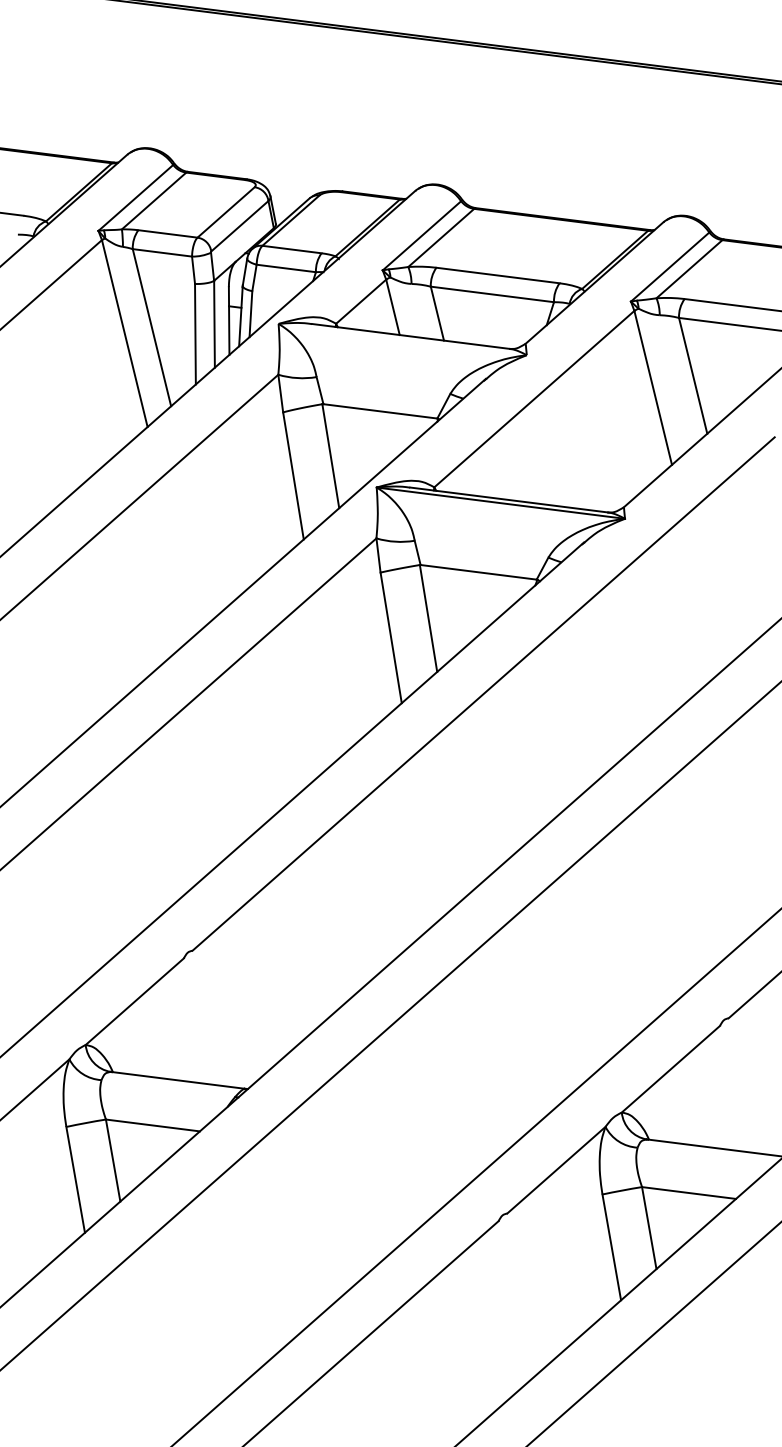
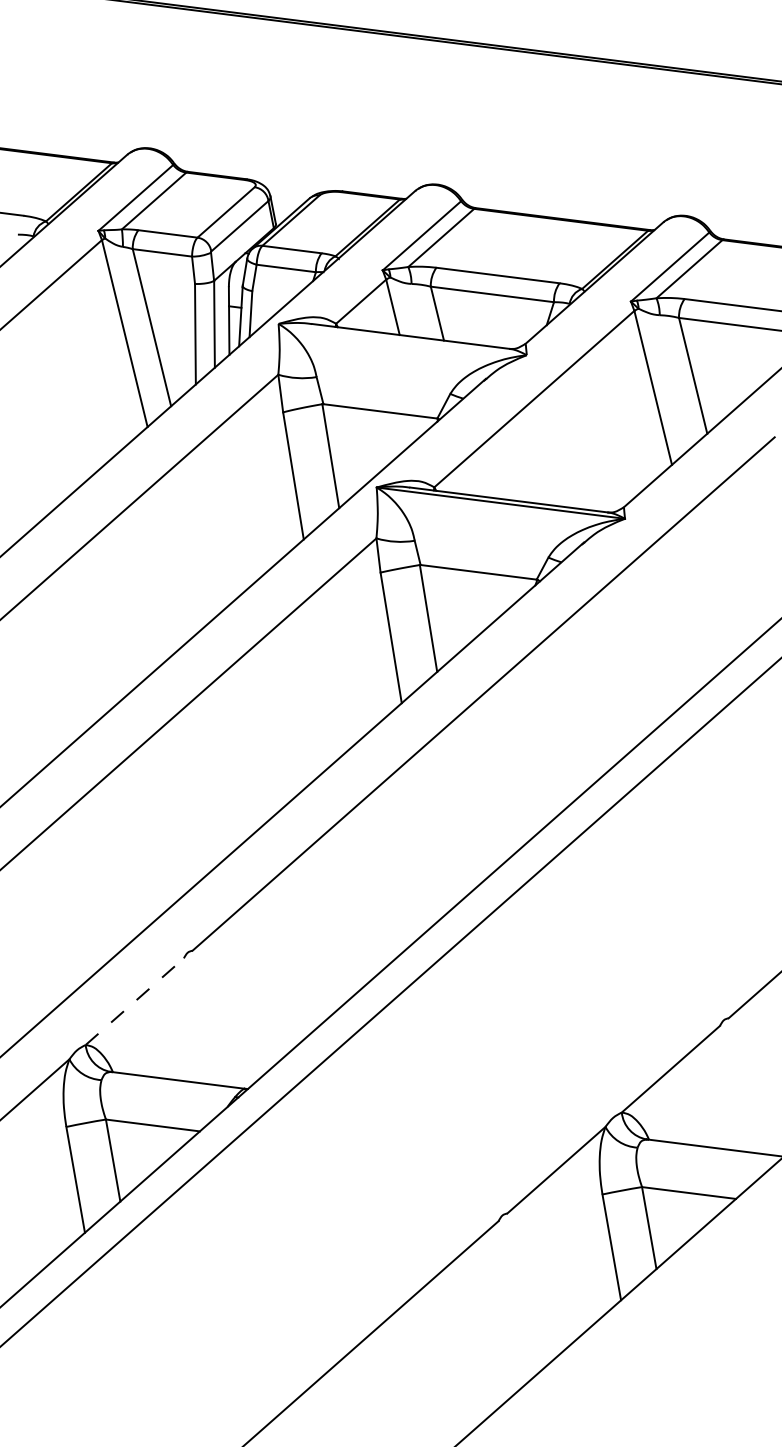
line at (135, 1001): solid -> dashed
line at (390, 1025) position: (390, 1025) -> (390, 1002)
line at (476, 1177): present -> none
line at (654, 1333): present -> none
